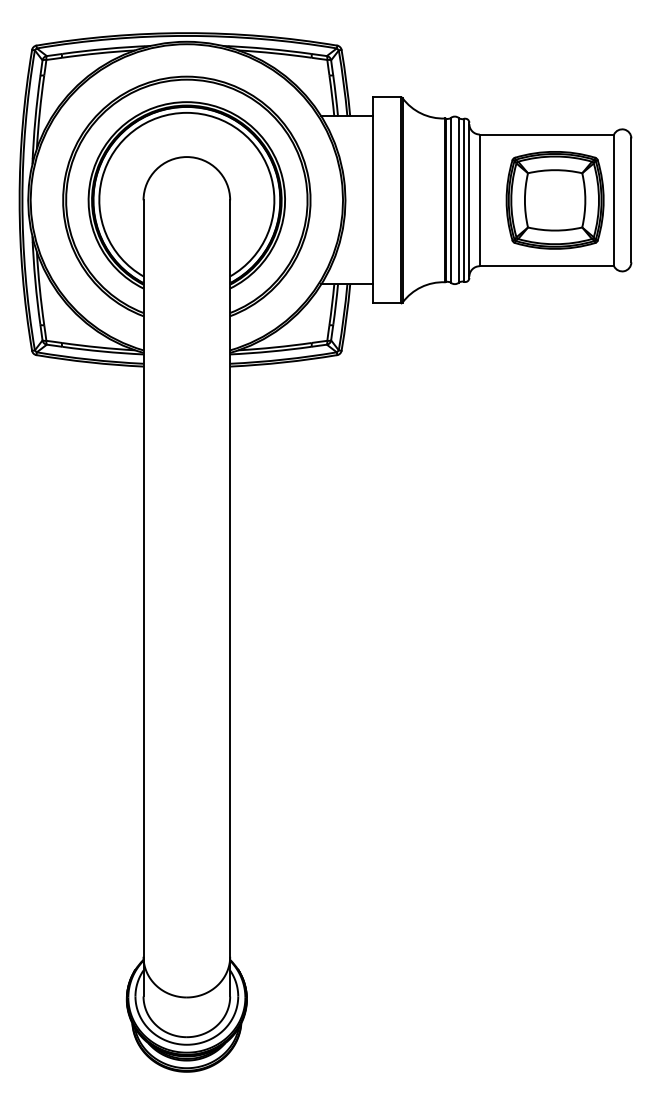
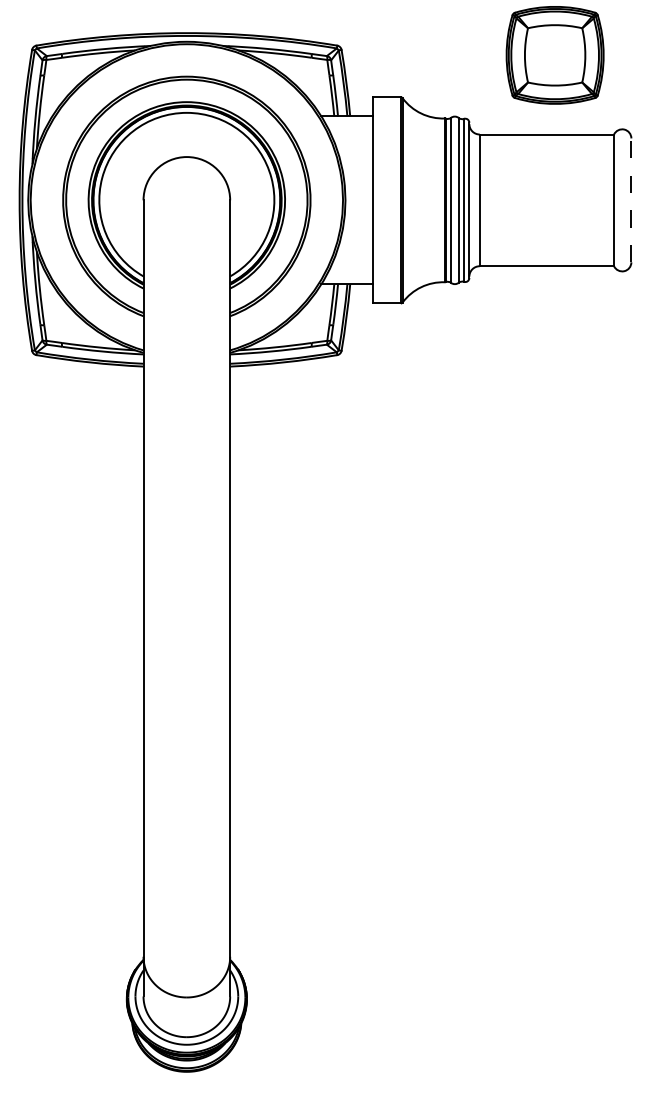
part at (554, 200) position: (554, 200) -> (554, 55)
line at (631, 200): solid -> dashed
